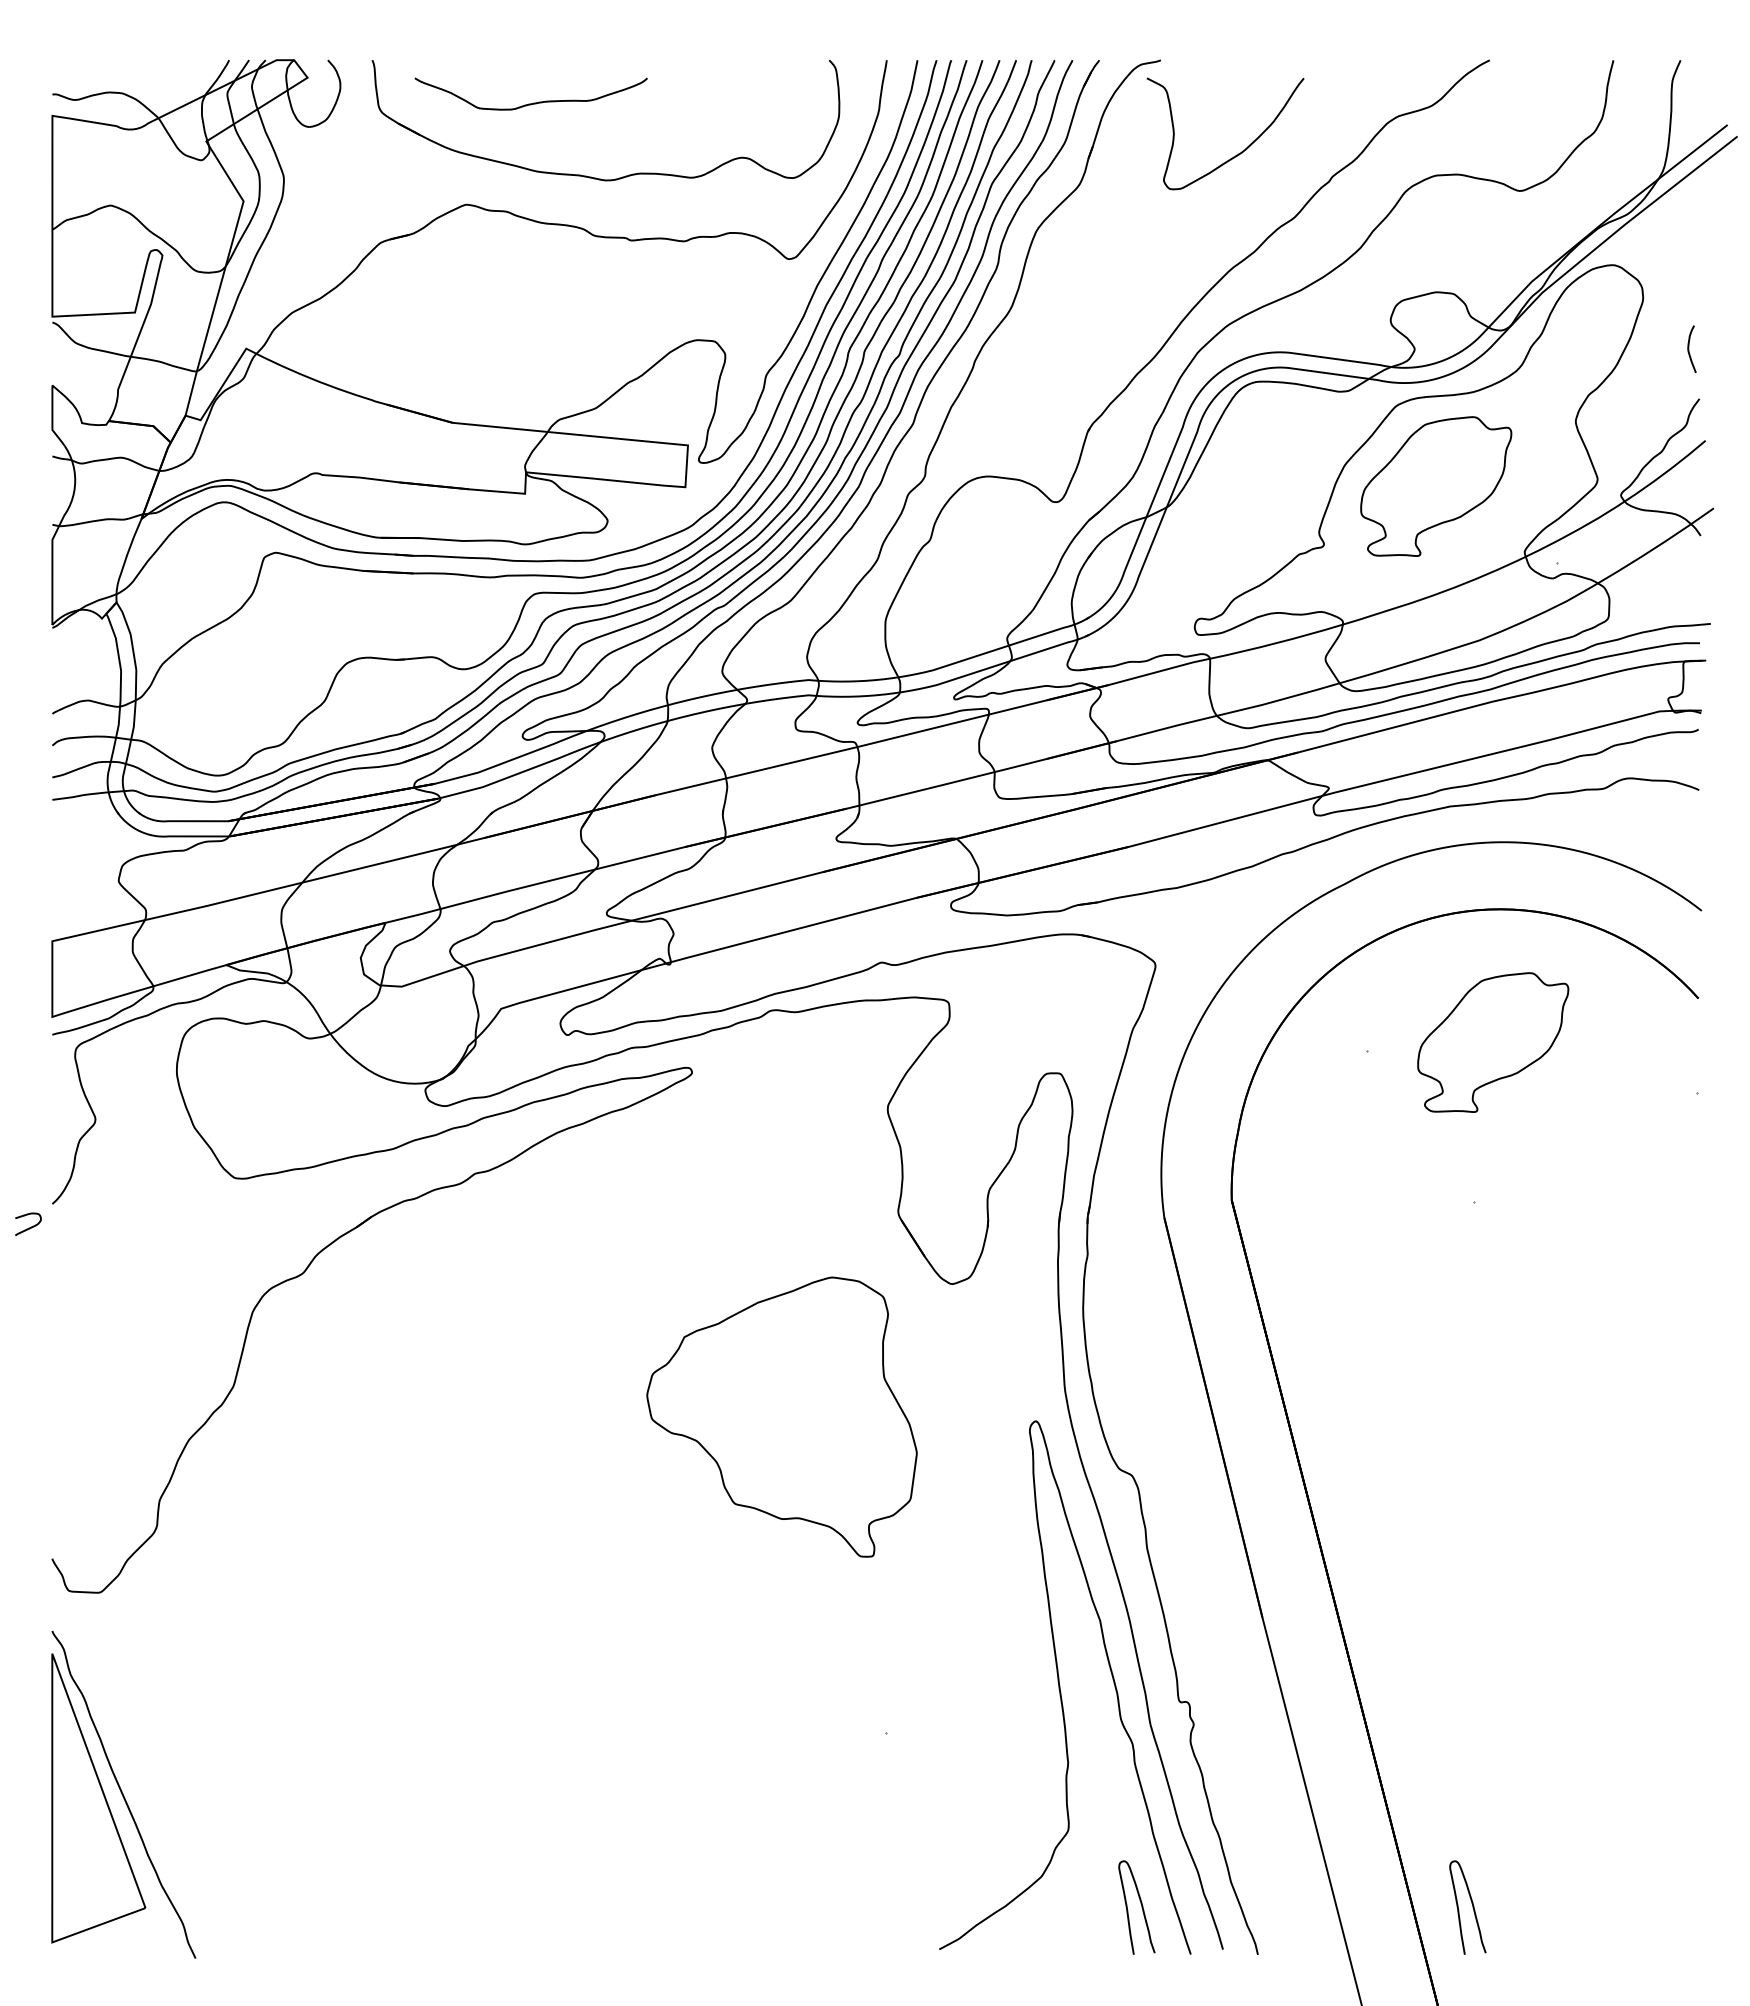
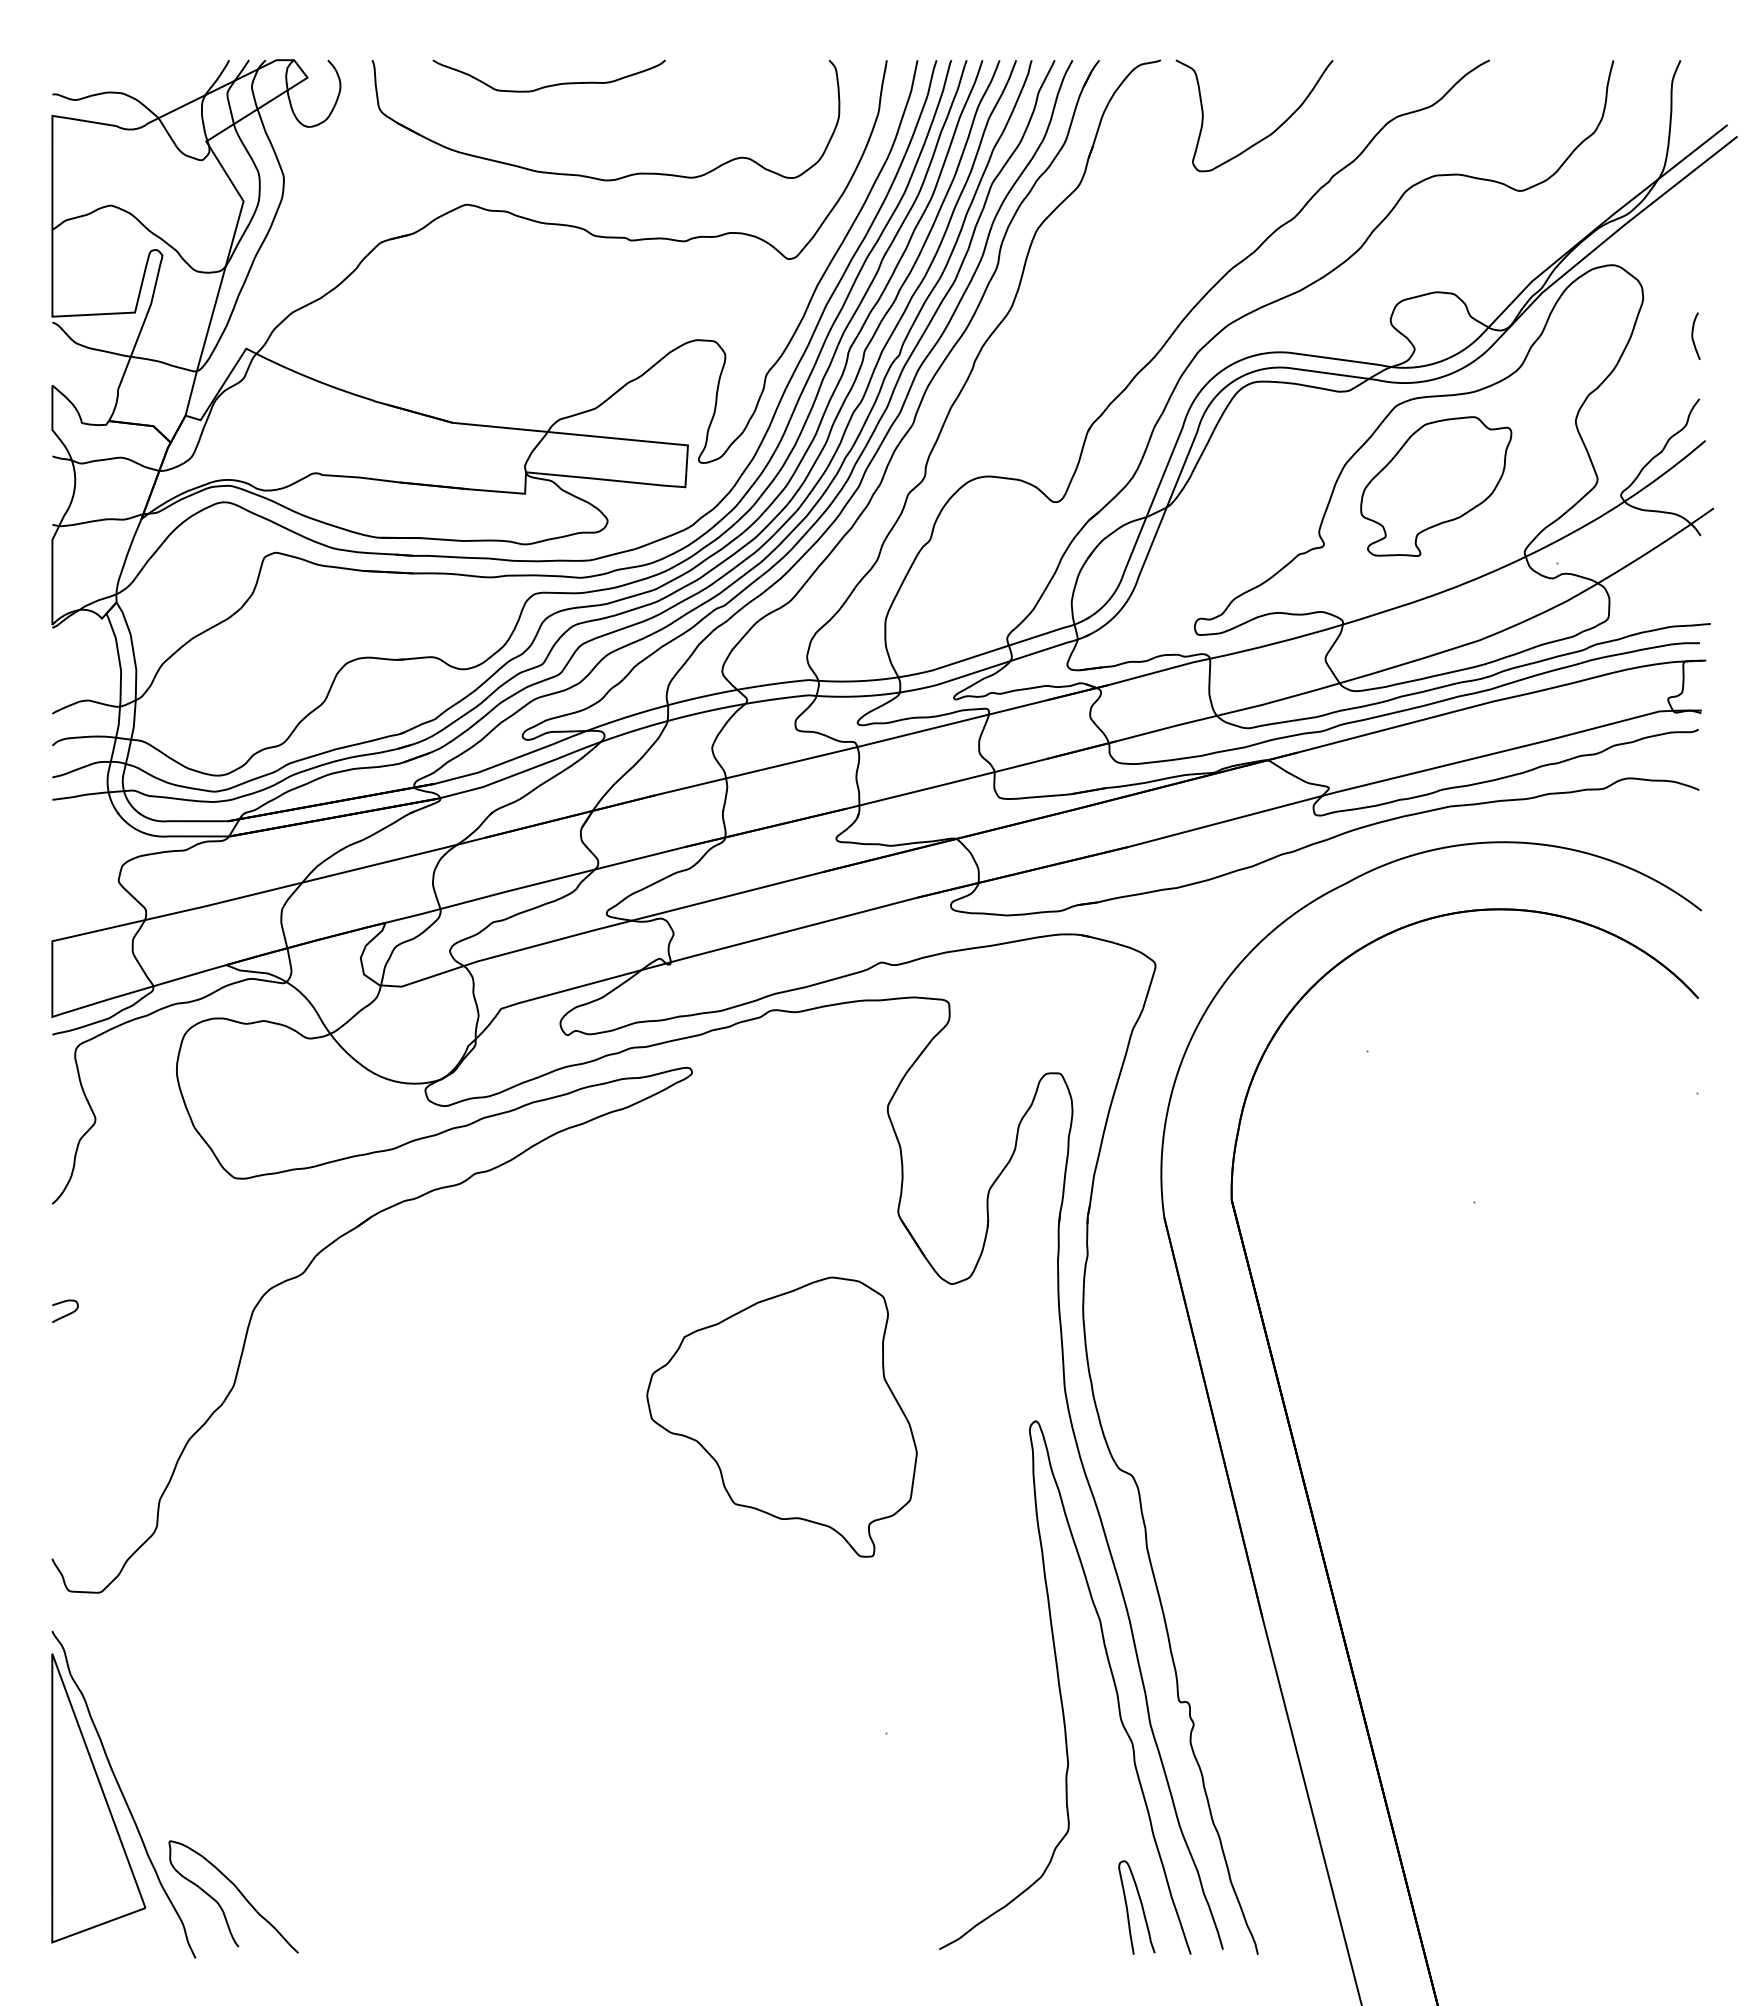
curve at (533, 102) position: (533, 102) -> (551, 84)
curve at (1236, 154) position: (1236, 154) -> (1265, 136)
curve at (1689, 348) position: (1689, 348) -> (1693, 335)
part at (1493, 1042): present -> none
curve at (28, 1227) position: (28, 1227) -> (65, 1314)
curve at (238, 1891): none -> present
curve at (1472, 1907): present -> none
